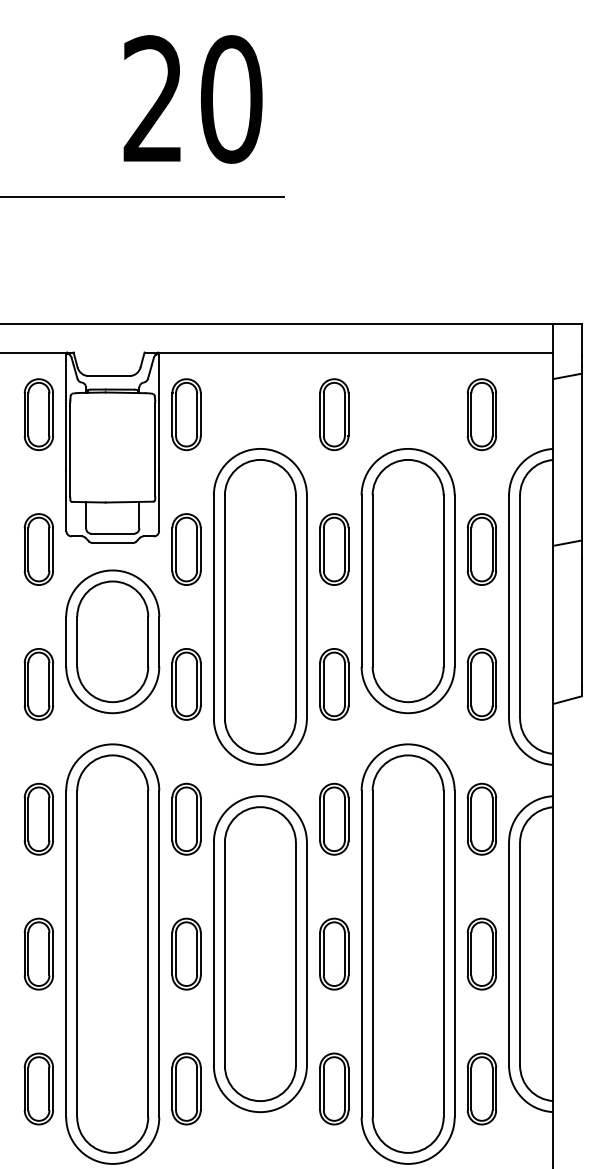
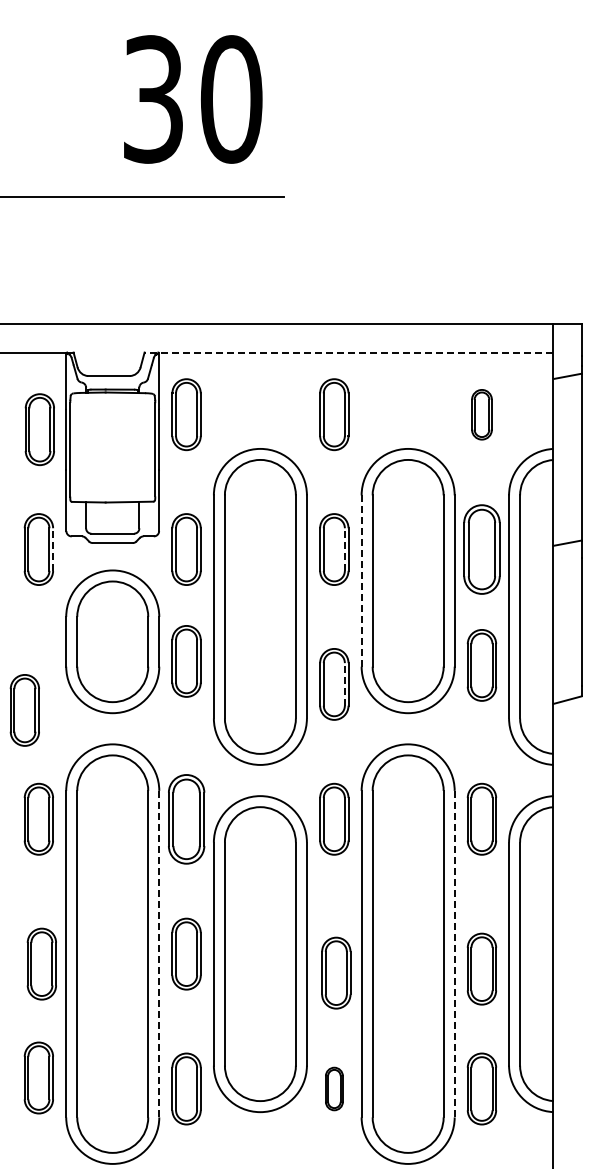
text at (152, 99): 20 -> 30
line at (348, 352): solid -> dashed
part at (38, 414) position: (38, 414) -> (39, 429)
part at (481, 414) size: 32x74 px -> 22x52 px
line at (53, 549): solid -> dashed
line at (344, 549): solid -> dashed
part at (481, 549) size: 32x73 px -> 38x91 px
line at (361, 581): solid -> dashed
line at (344, 683): solid -> dashed
part at (38, 684) position: (38, 684) -> (24, 710)
part at (186, 684) position: (186, 684) -> (186, 661)
part at (481, 684) position: (481, 684) -> (481, 665)
part at (186, 818) size: 31x74 px -> 38x91 px
part at (38, 953) position: (38, 953) -> (41, 963)
part at (334, 953) position: (334, 953) -> (336, 972)
part at (481, 953) position: (481, 953) -> (481, 968)
line at (159, 954): solid -> dashed
line at (454, 954): solid -> dashed
part at (38, 1088) position: (38, 1088) -> (38, 1077)
part at (334, 1088) size: 31x74 px -> 19x46 px
